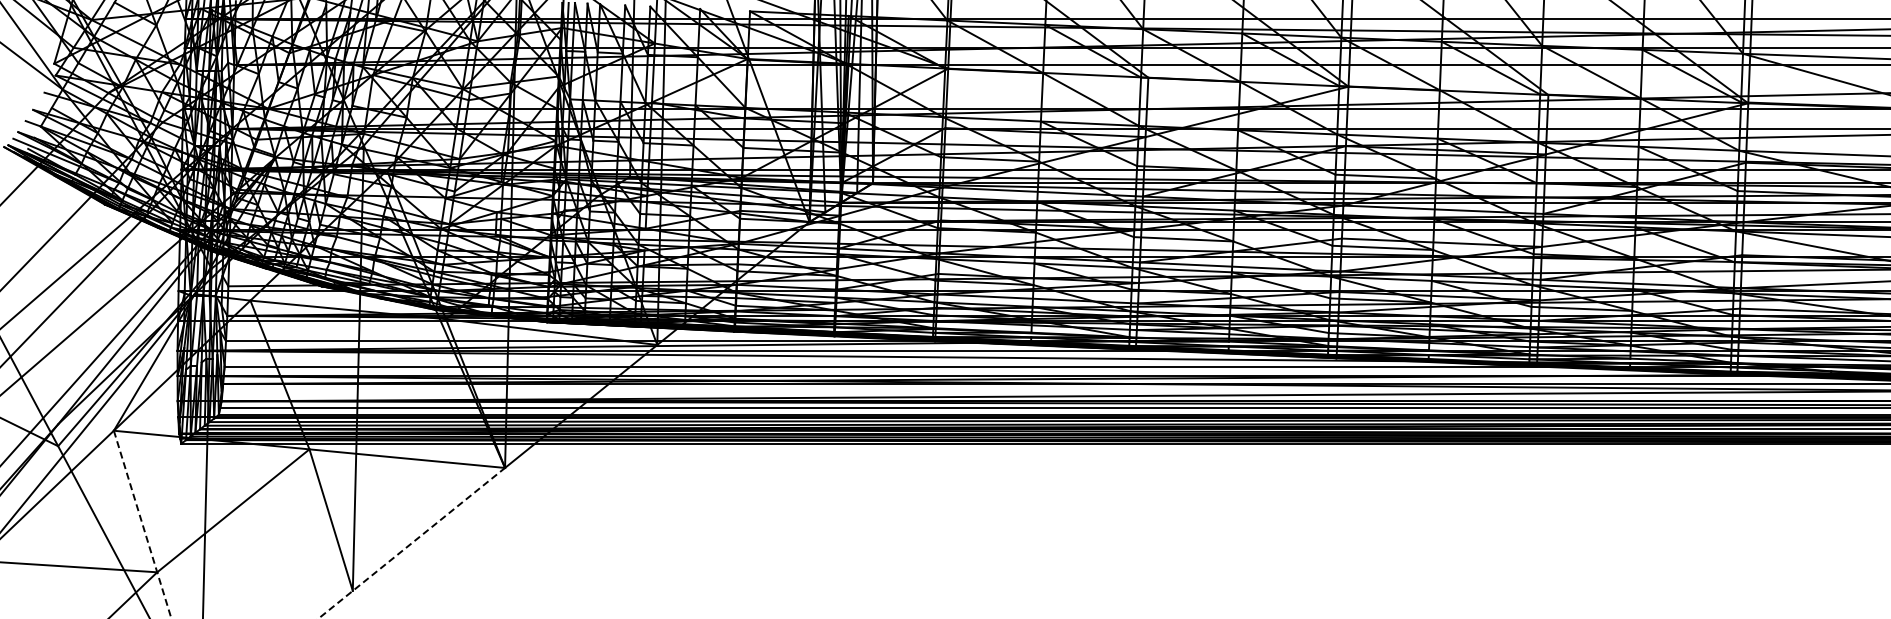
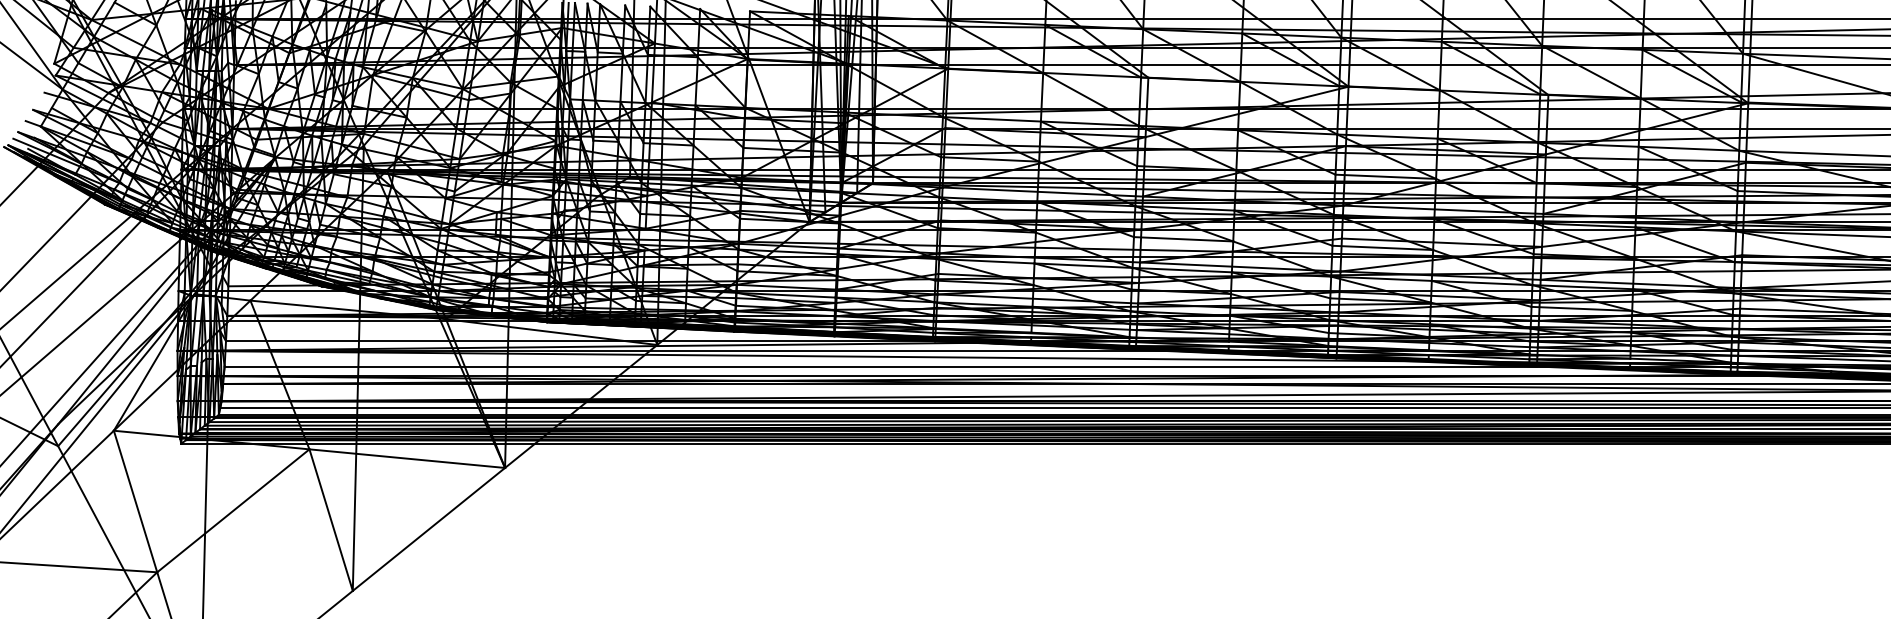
line at (142, 525): dashed -> solid
line at (411, 543): dashed -> solid
